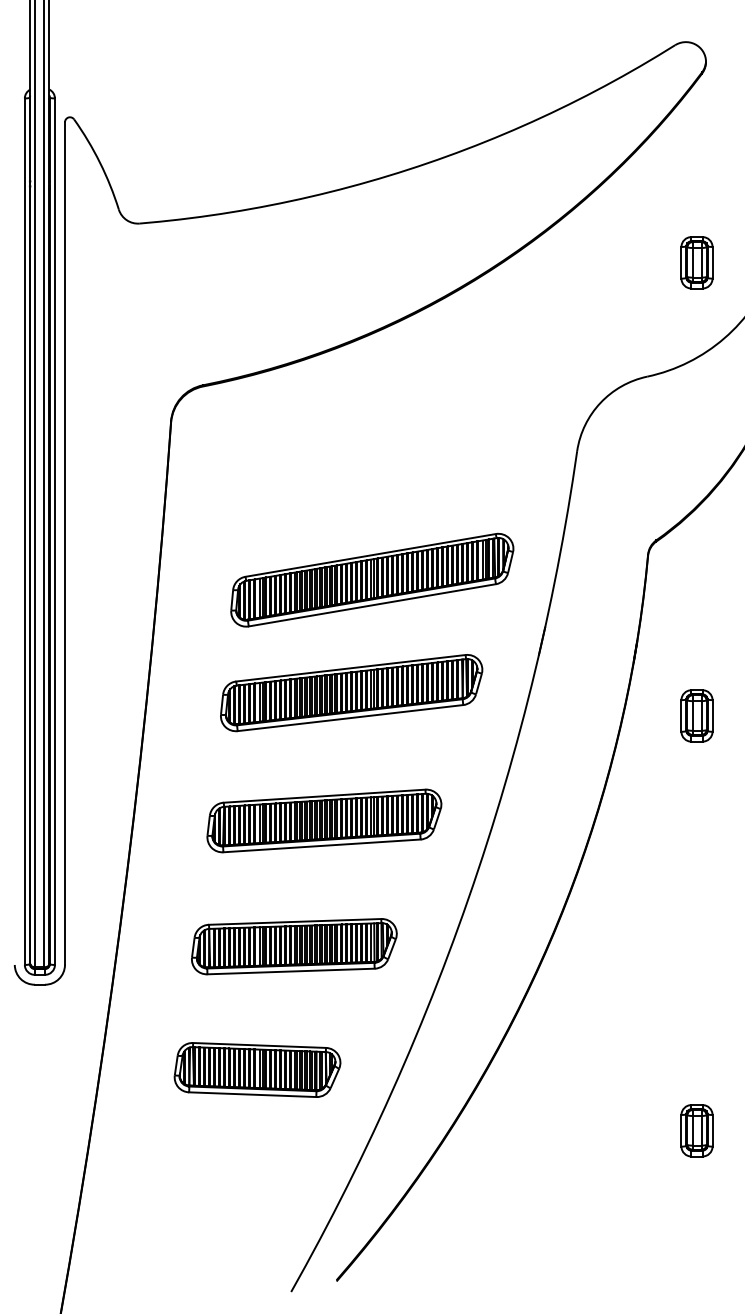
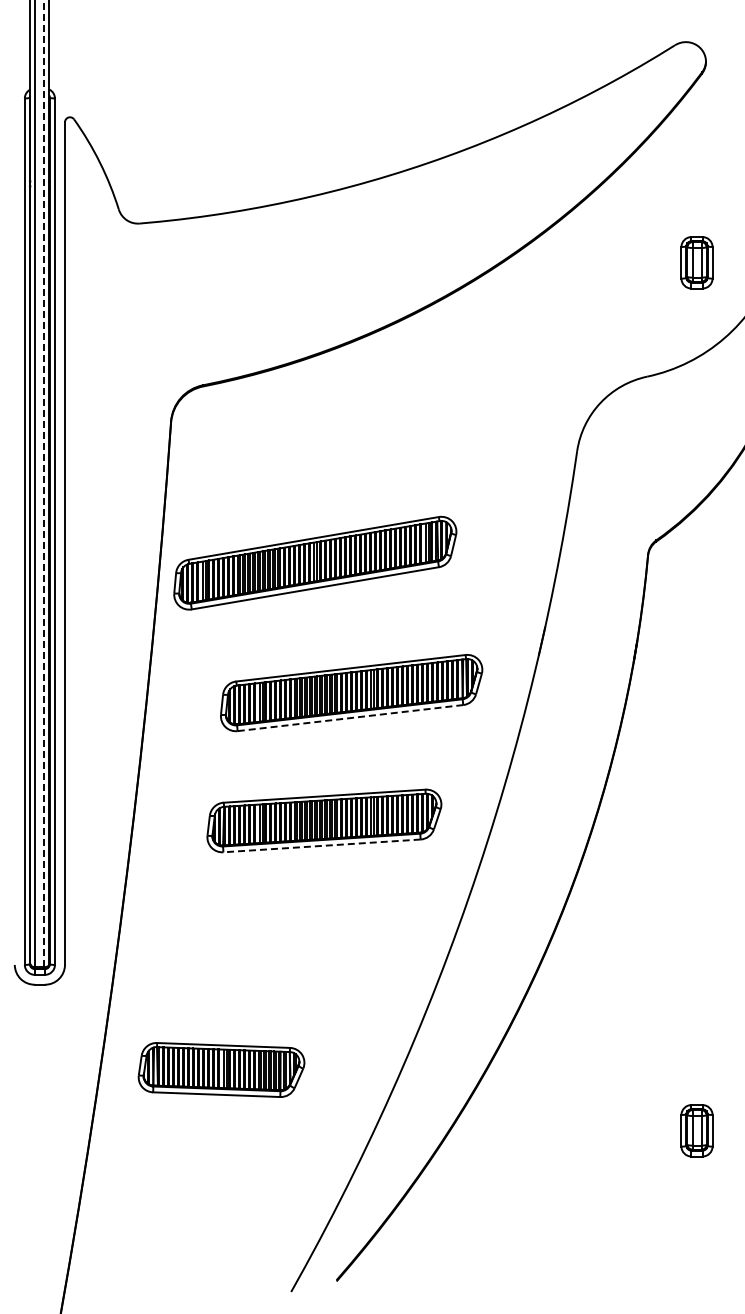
line at (44, 483): solid -> dashed
part at (372, 579) position: (372, 579) -> (315, 562)
part at (696, 715): present -> none
line at (350, 718): solid -> dashed
line at (322, 845): solid -> dashed
part at (294, 946): present -> none
part at (257, 1069) position: (257, 1069) -> (221, 1069)
